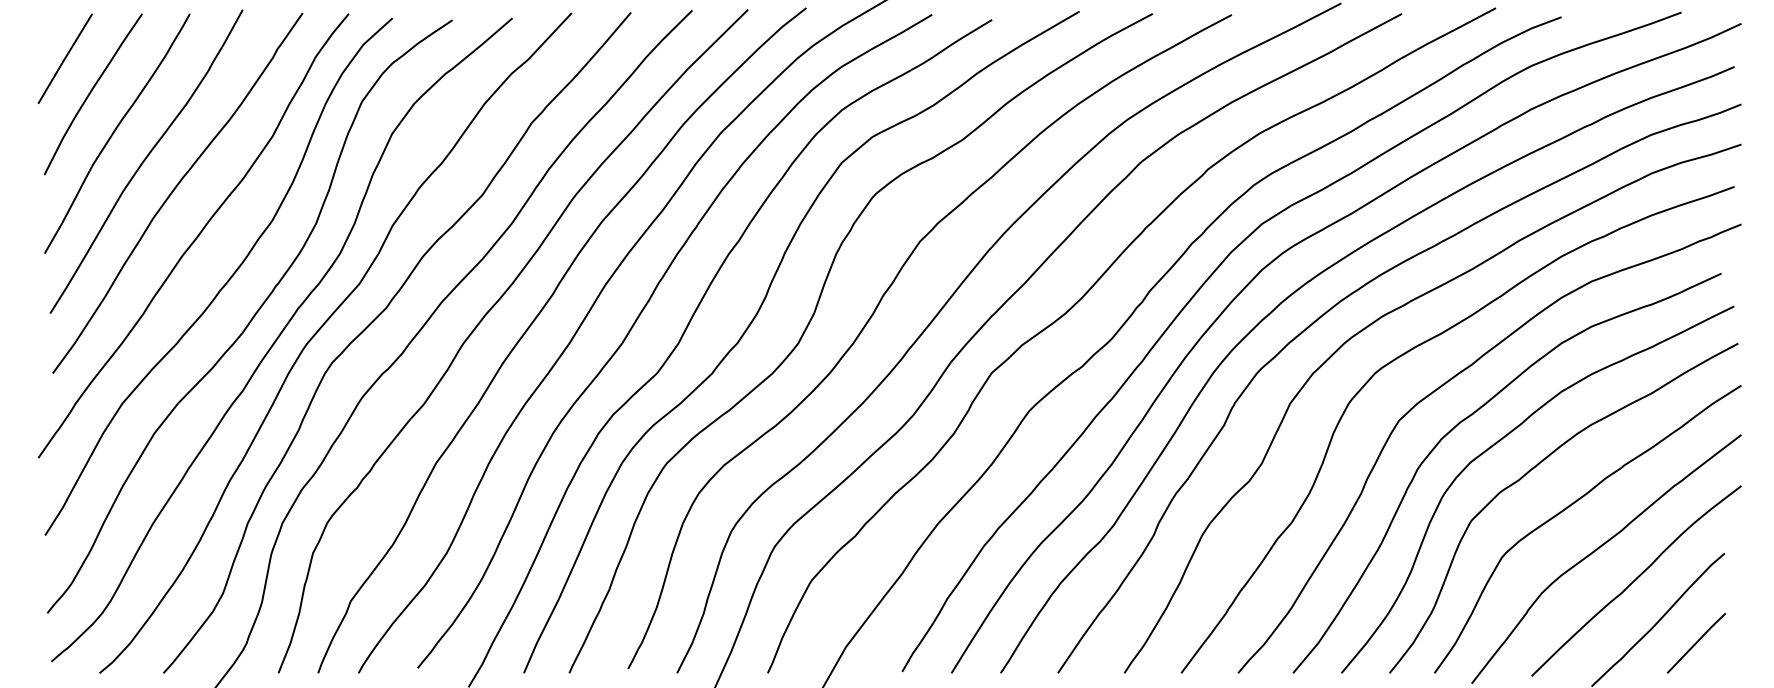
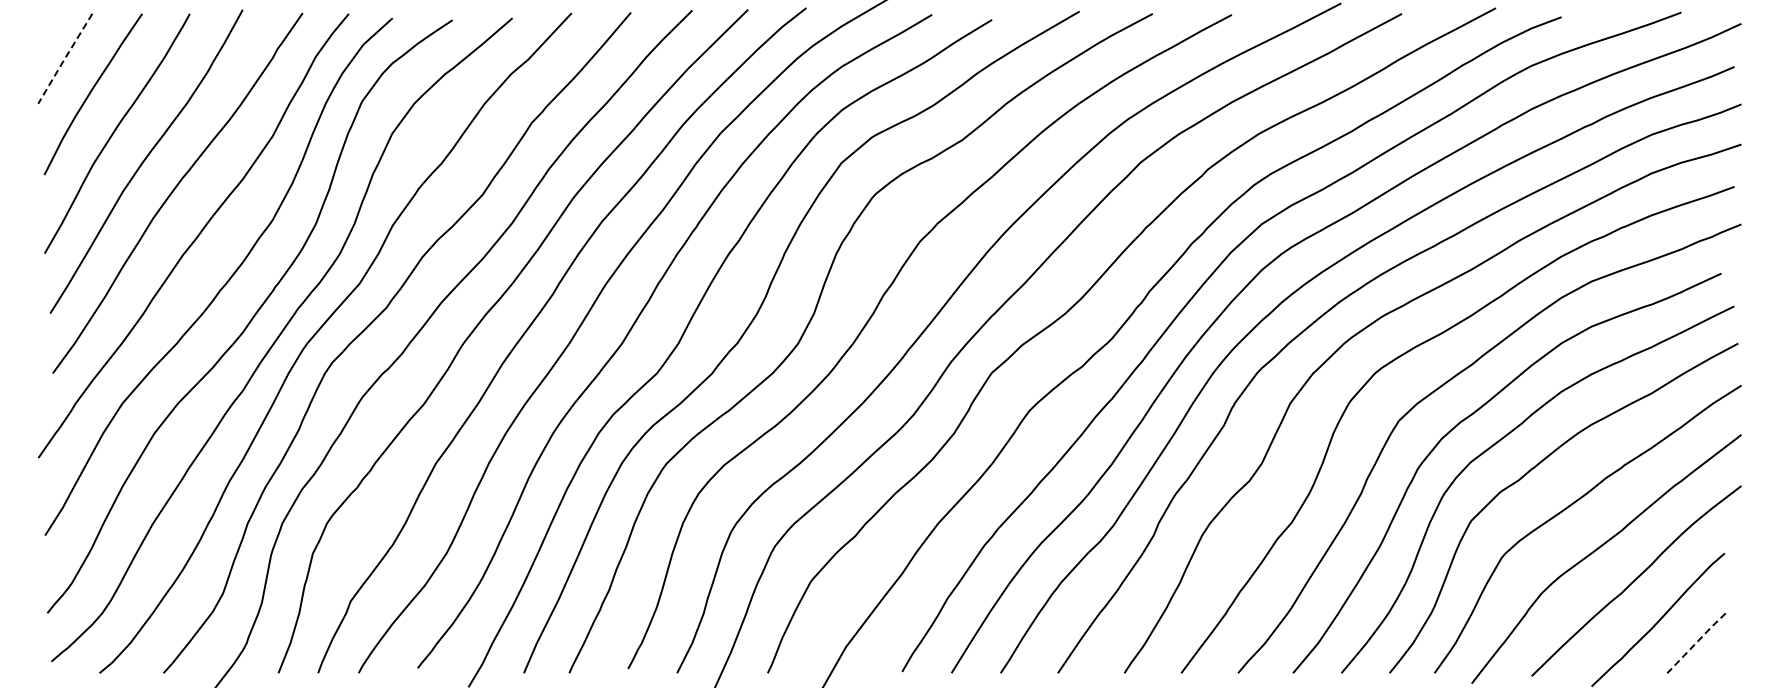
line at (64, 59): solid -> dashed
line at (1696, 642): solid -> dashed
